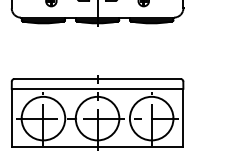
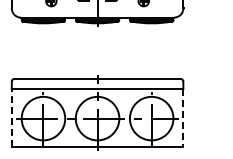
line at (11, 117): solid -> dashed
line at (183, 118): solid -> dashed
